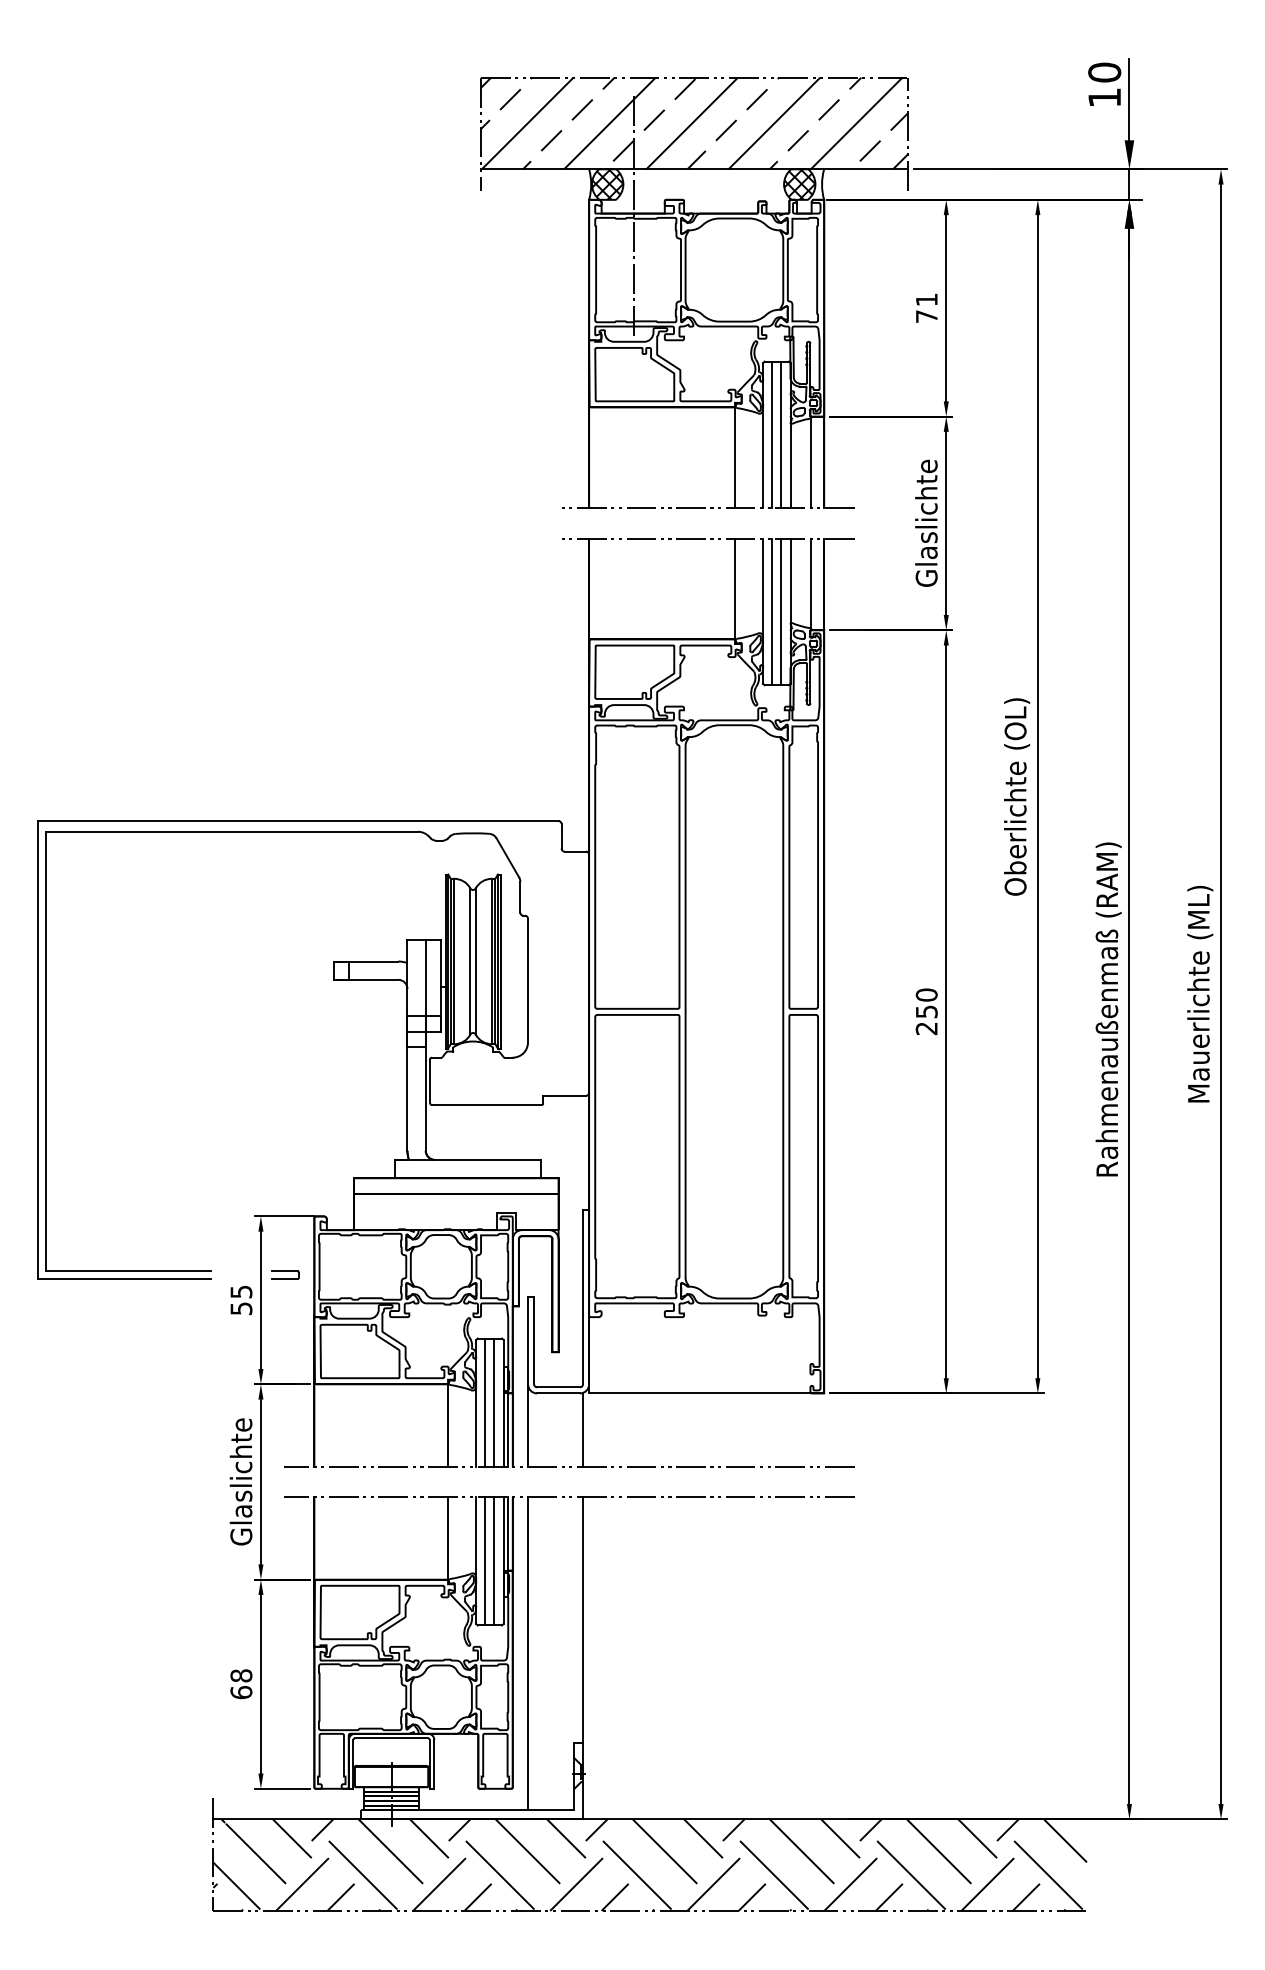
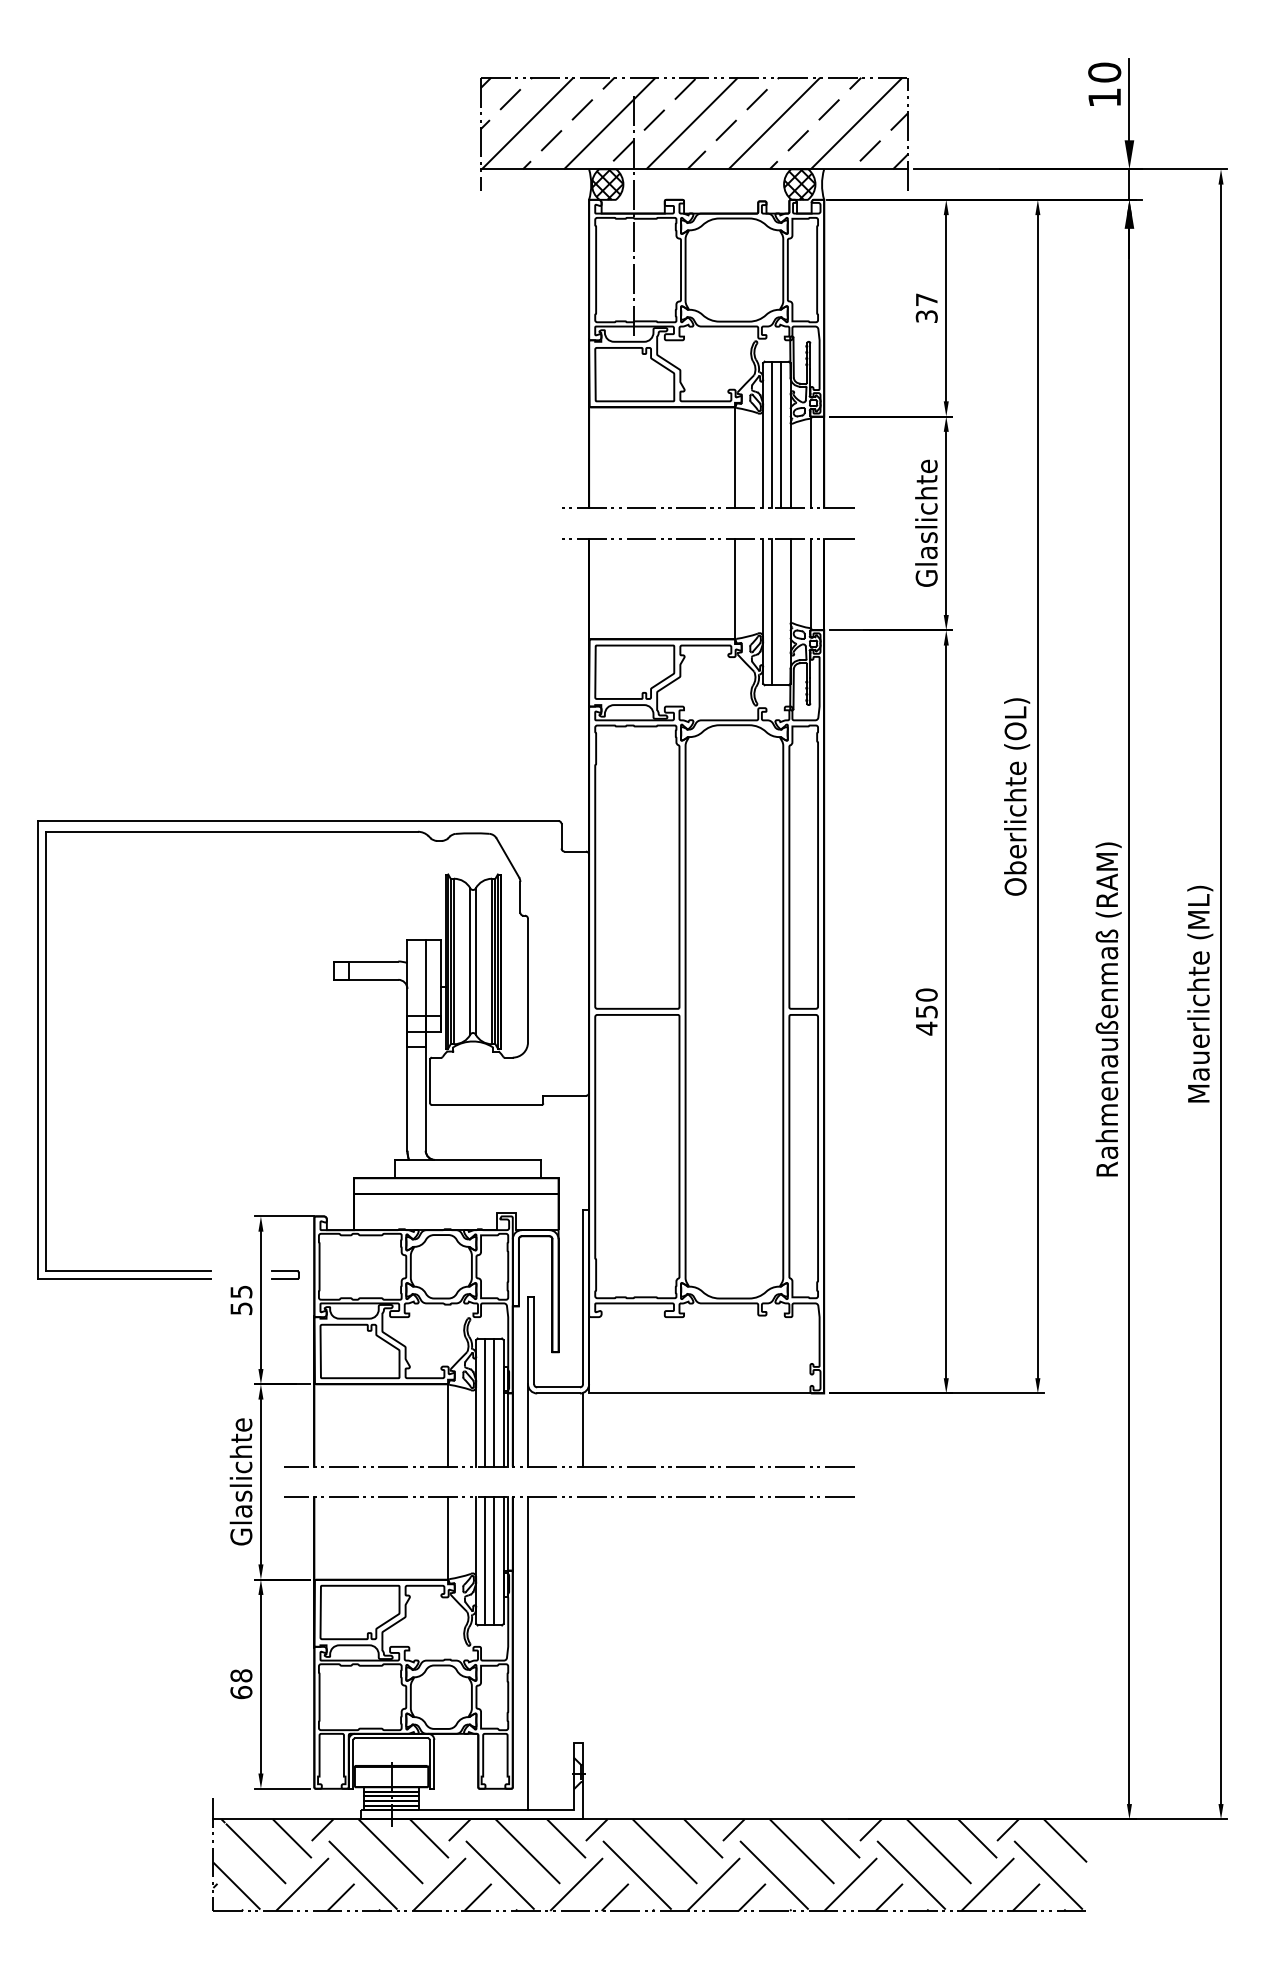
text at (926, 307): 71 -> 37
line at (781, 611): present -> none
text at (926, 1028): 250 -> 450
line at (583, 1620): present -> none
